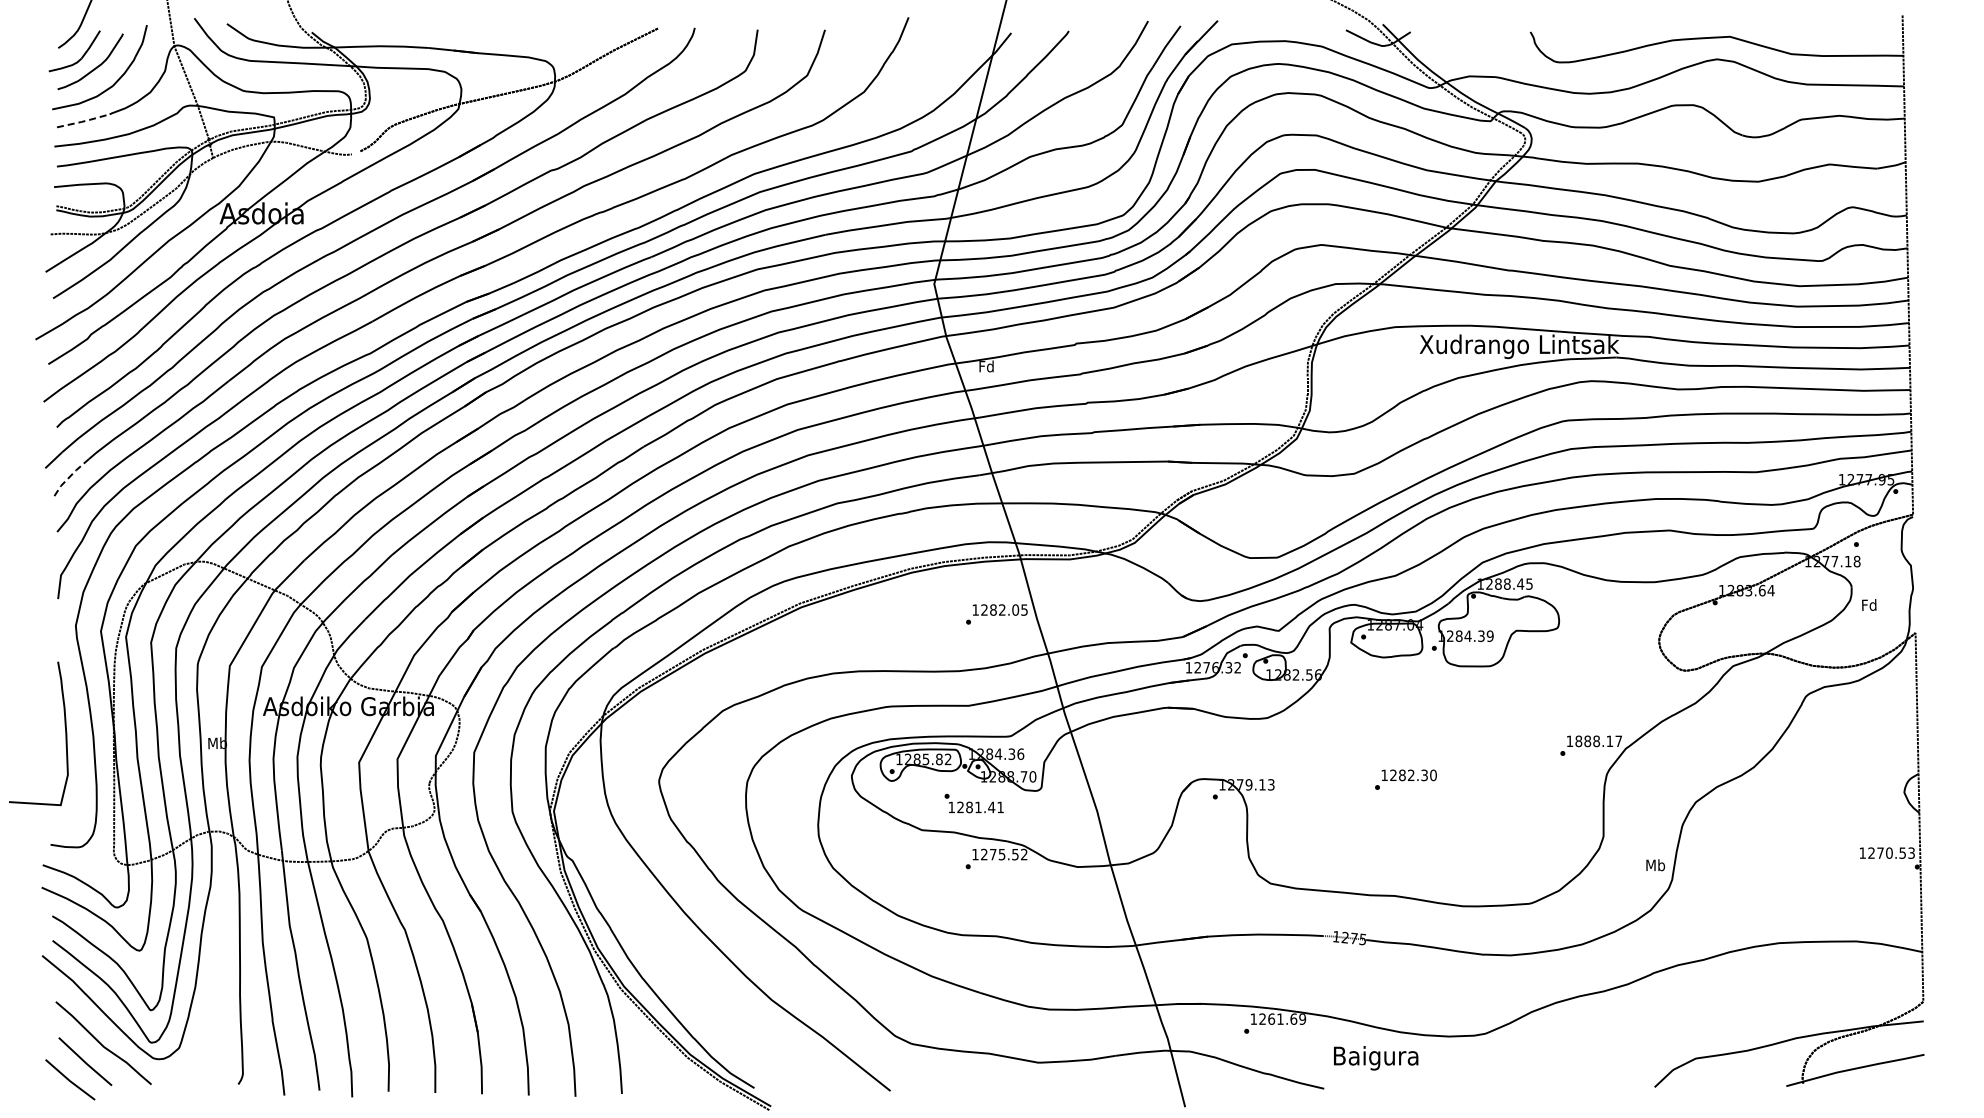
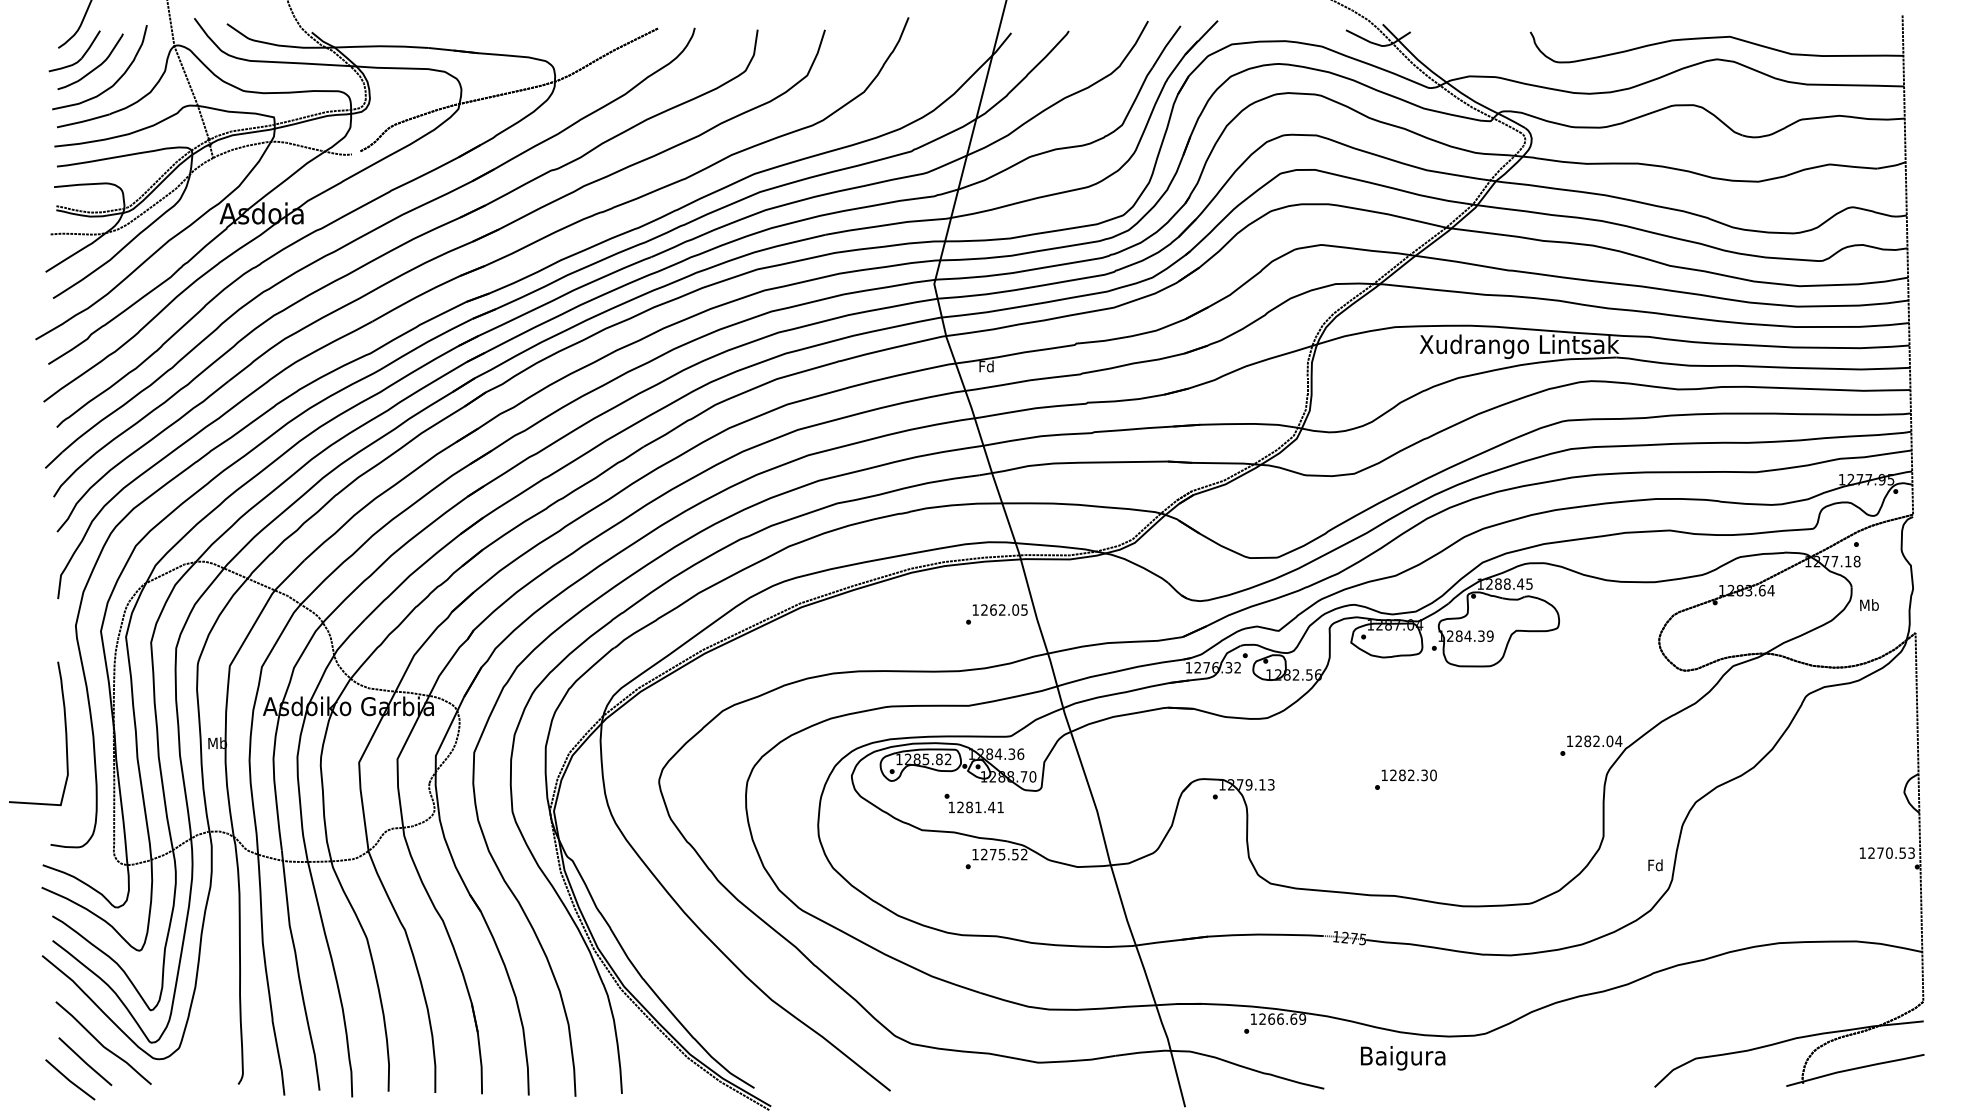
line at (83, 121): dashed -> solid
line at (69, 476): dashed -> solid
text at (1869, 604): Fd -> Mb
text at (993, 609): 1282.05 -> 1262.05
text at (1598, 741): 1888.17 -> 1282.04
text at (1655, 865): Mb -> Fd
text at (1280, 1018): 1261.69 -> 1266.69
text at (1376, 1058) position: (1376, 1058) -> (1403, 1058)
